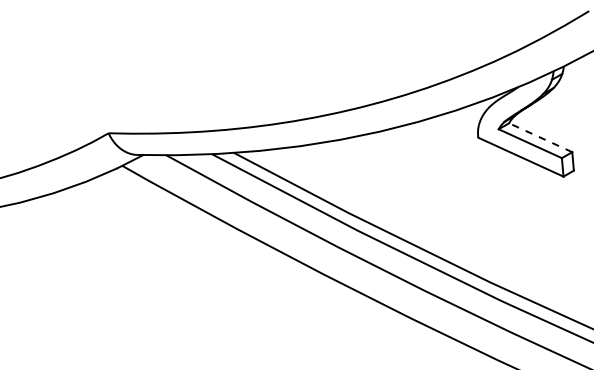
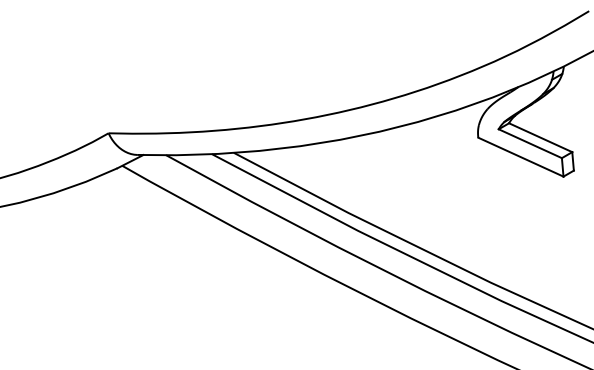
line at (540, 137): dashed -> solid
